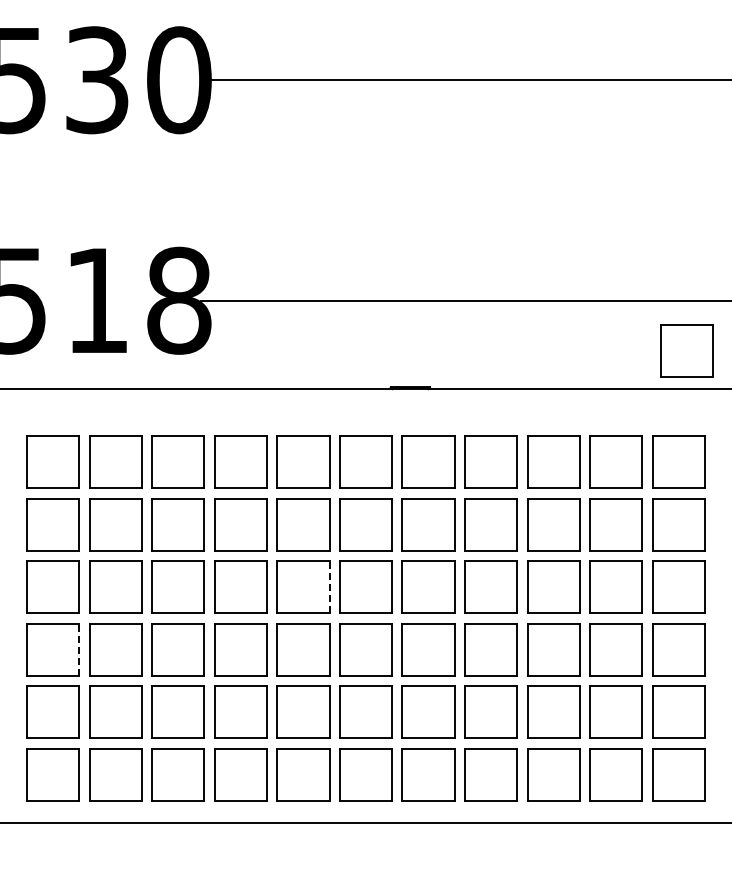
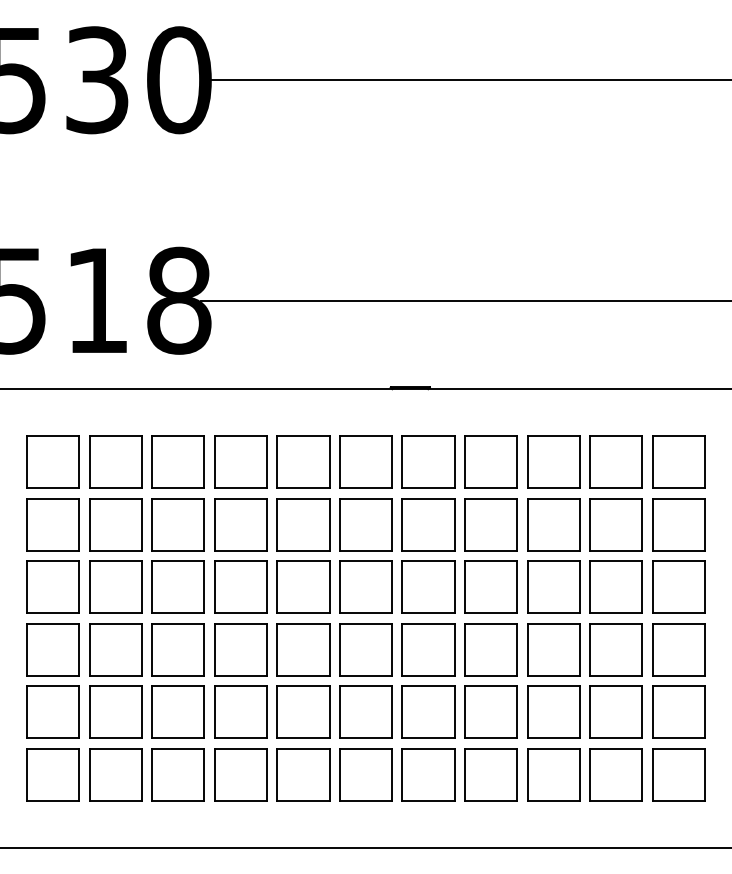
part at (686, 350): present -> none
line at (329, 586): dashed -> solid
line at (79, 649): dashed -> solid
line at (365, 822) position: (365, 822) -> (365, 847)
